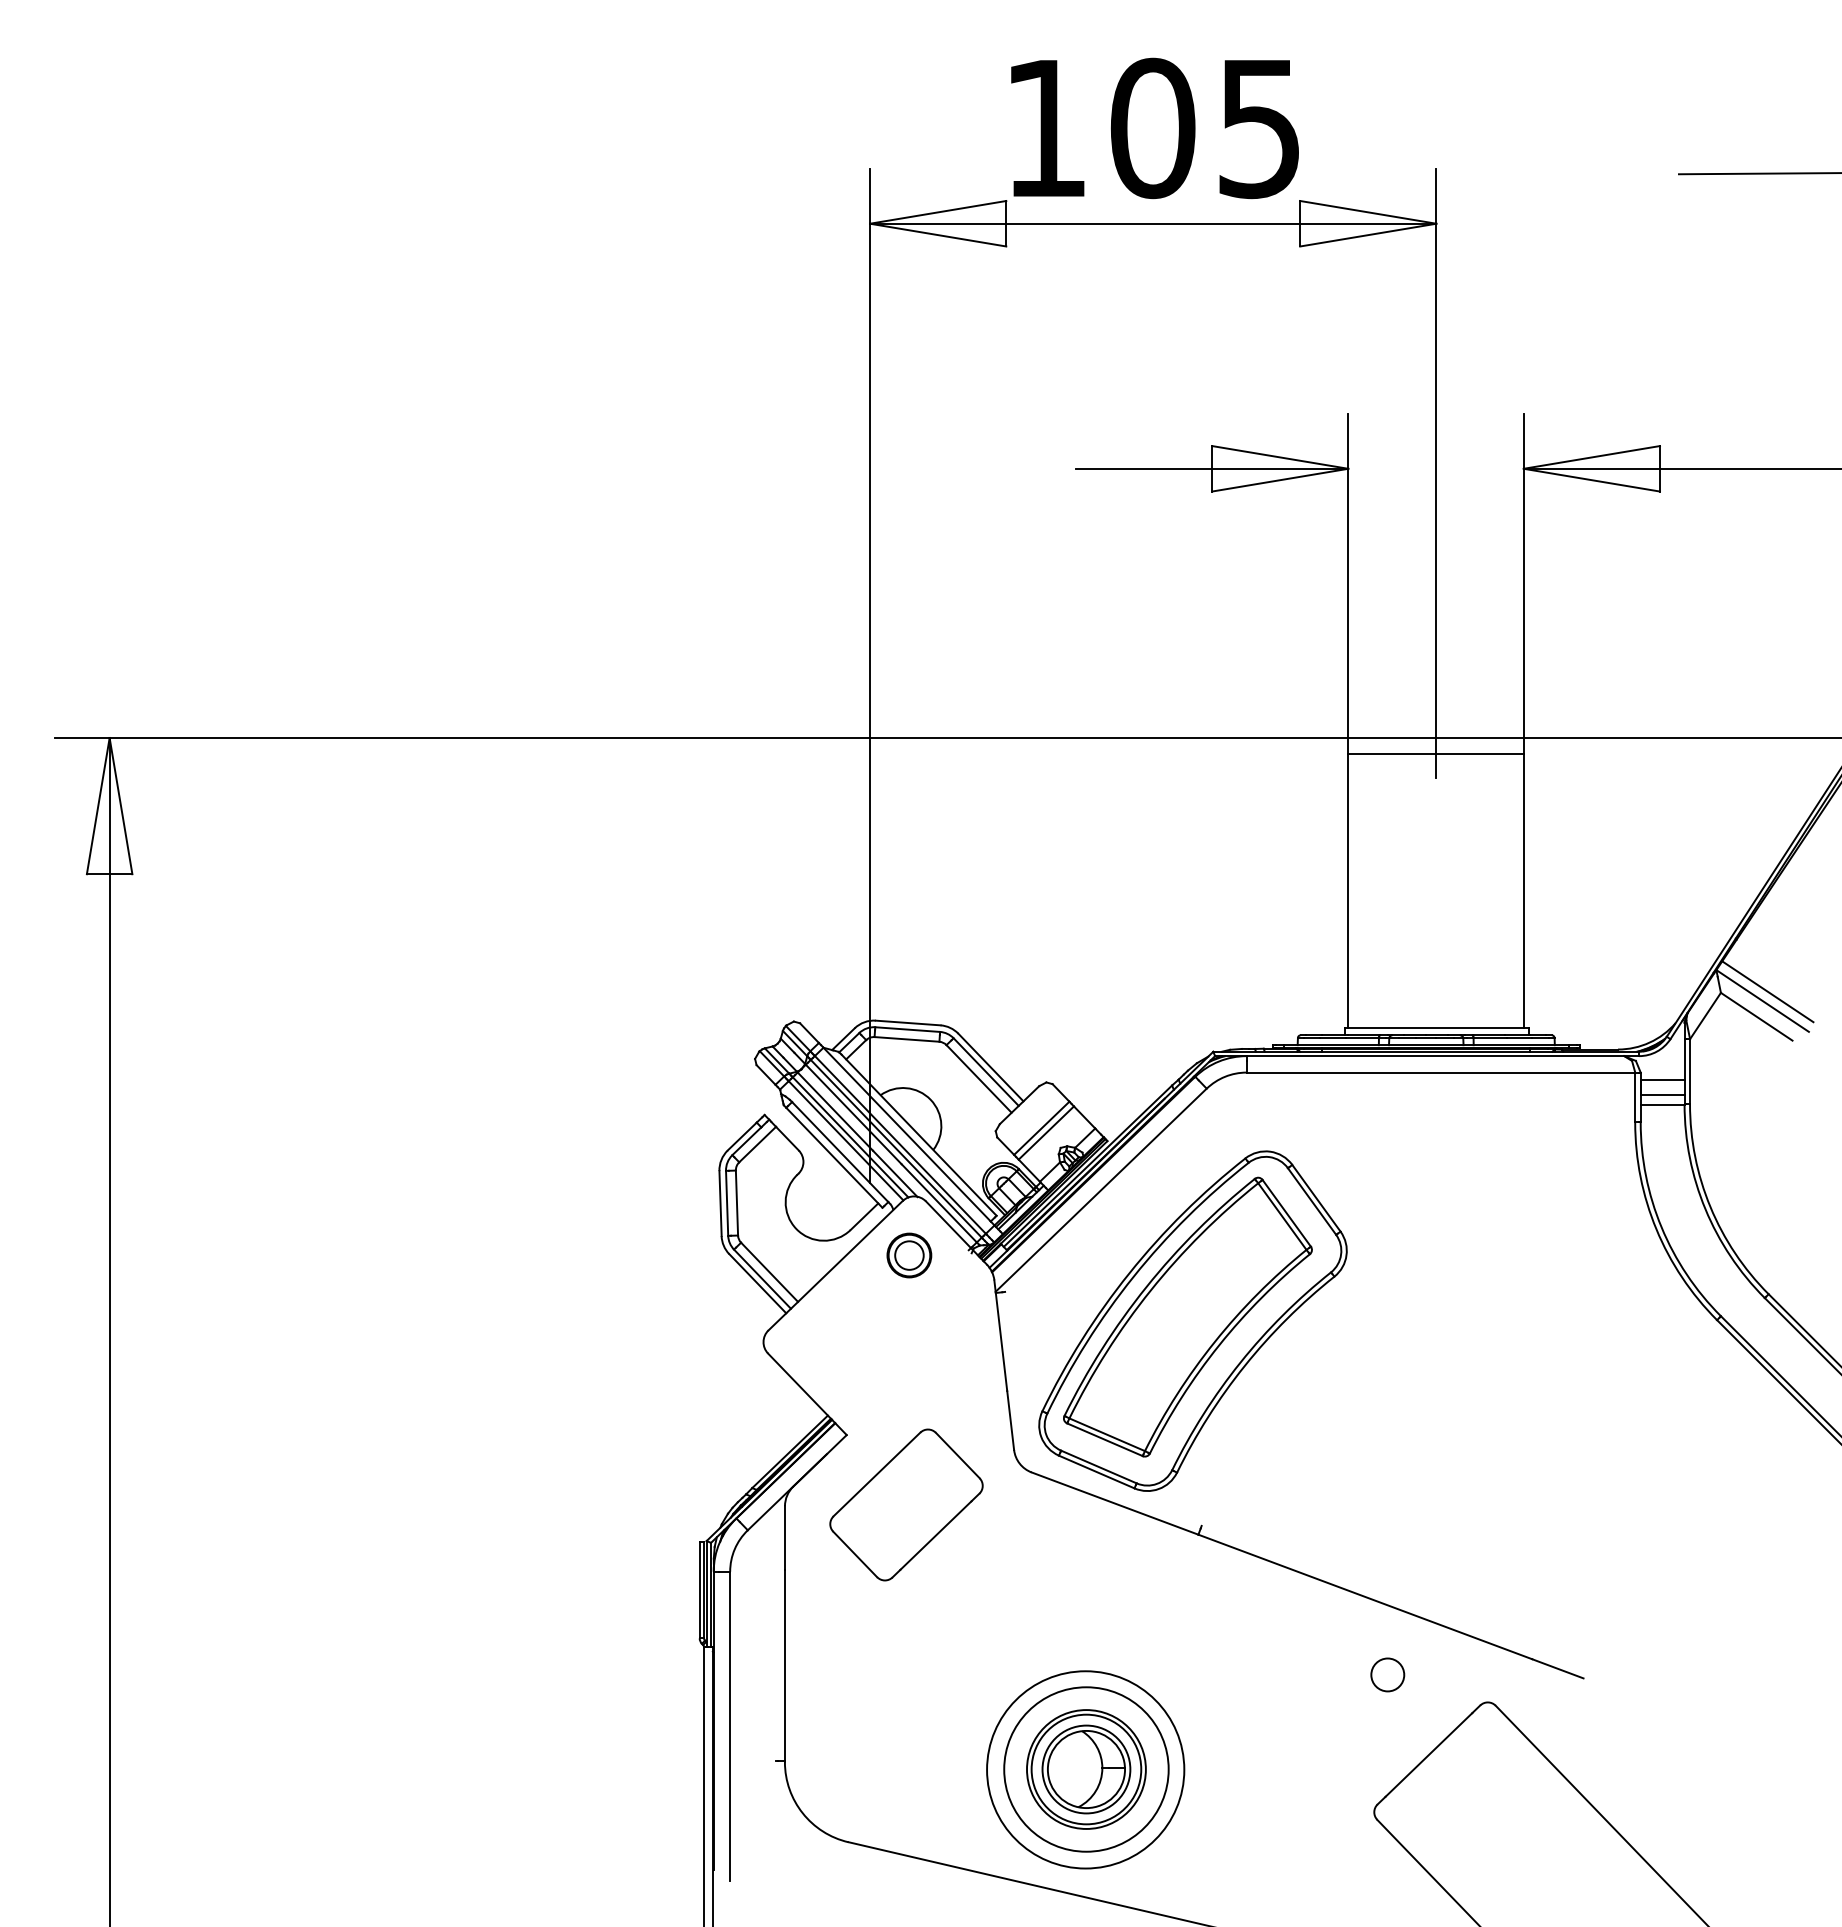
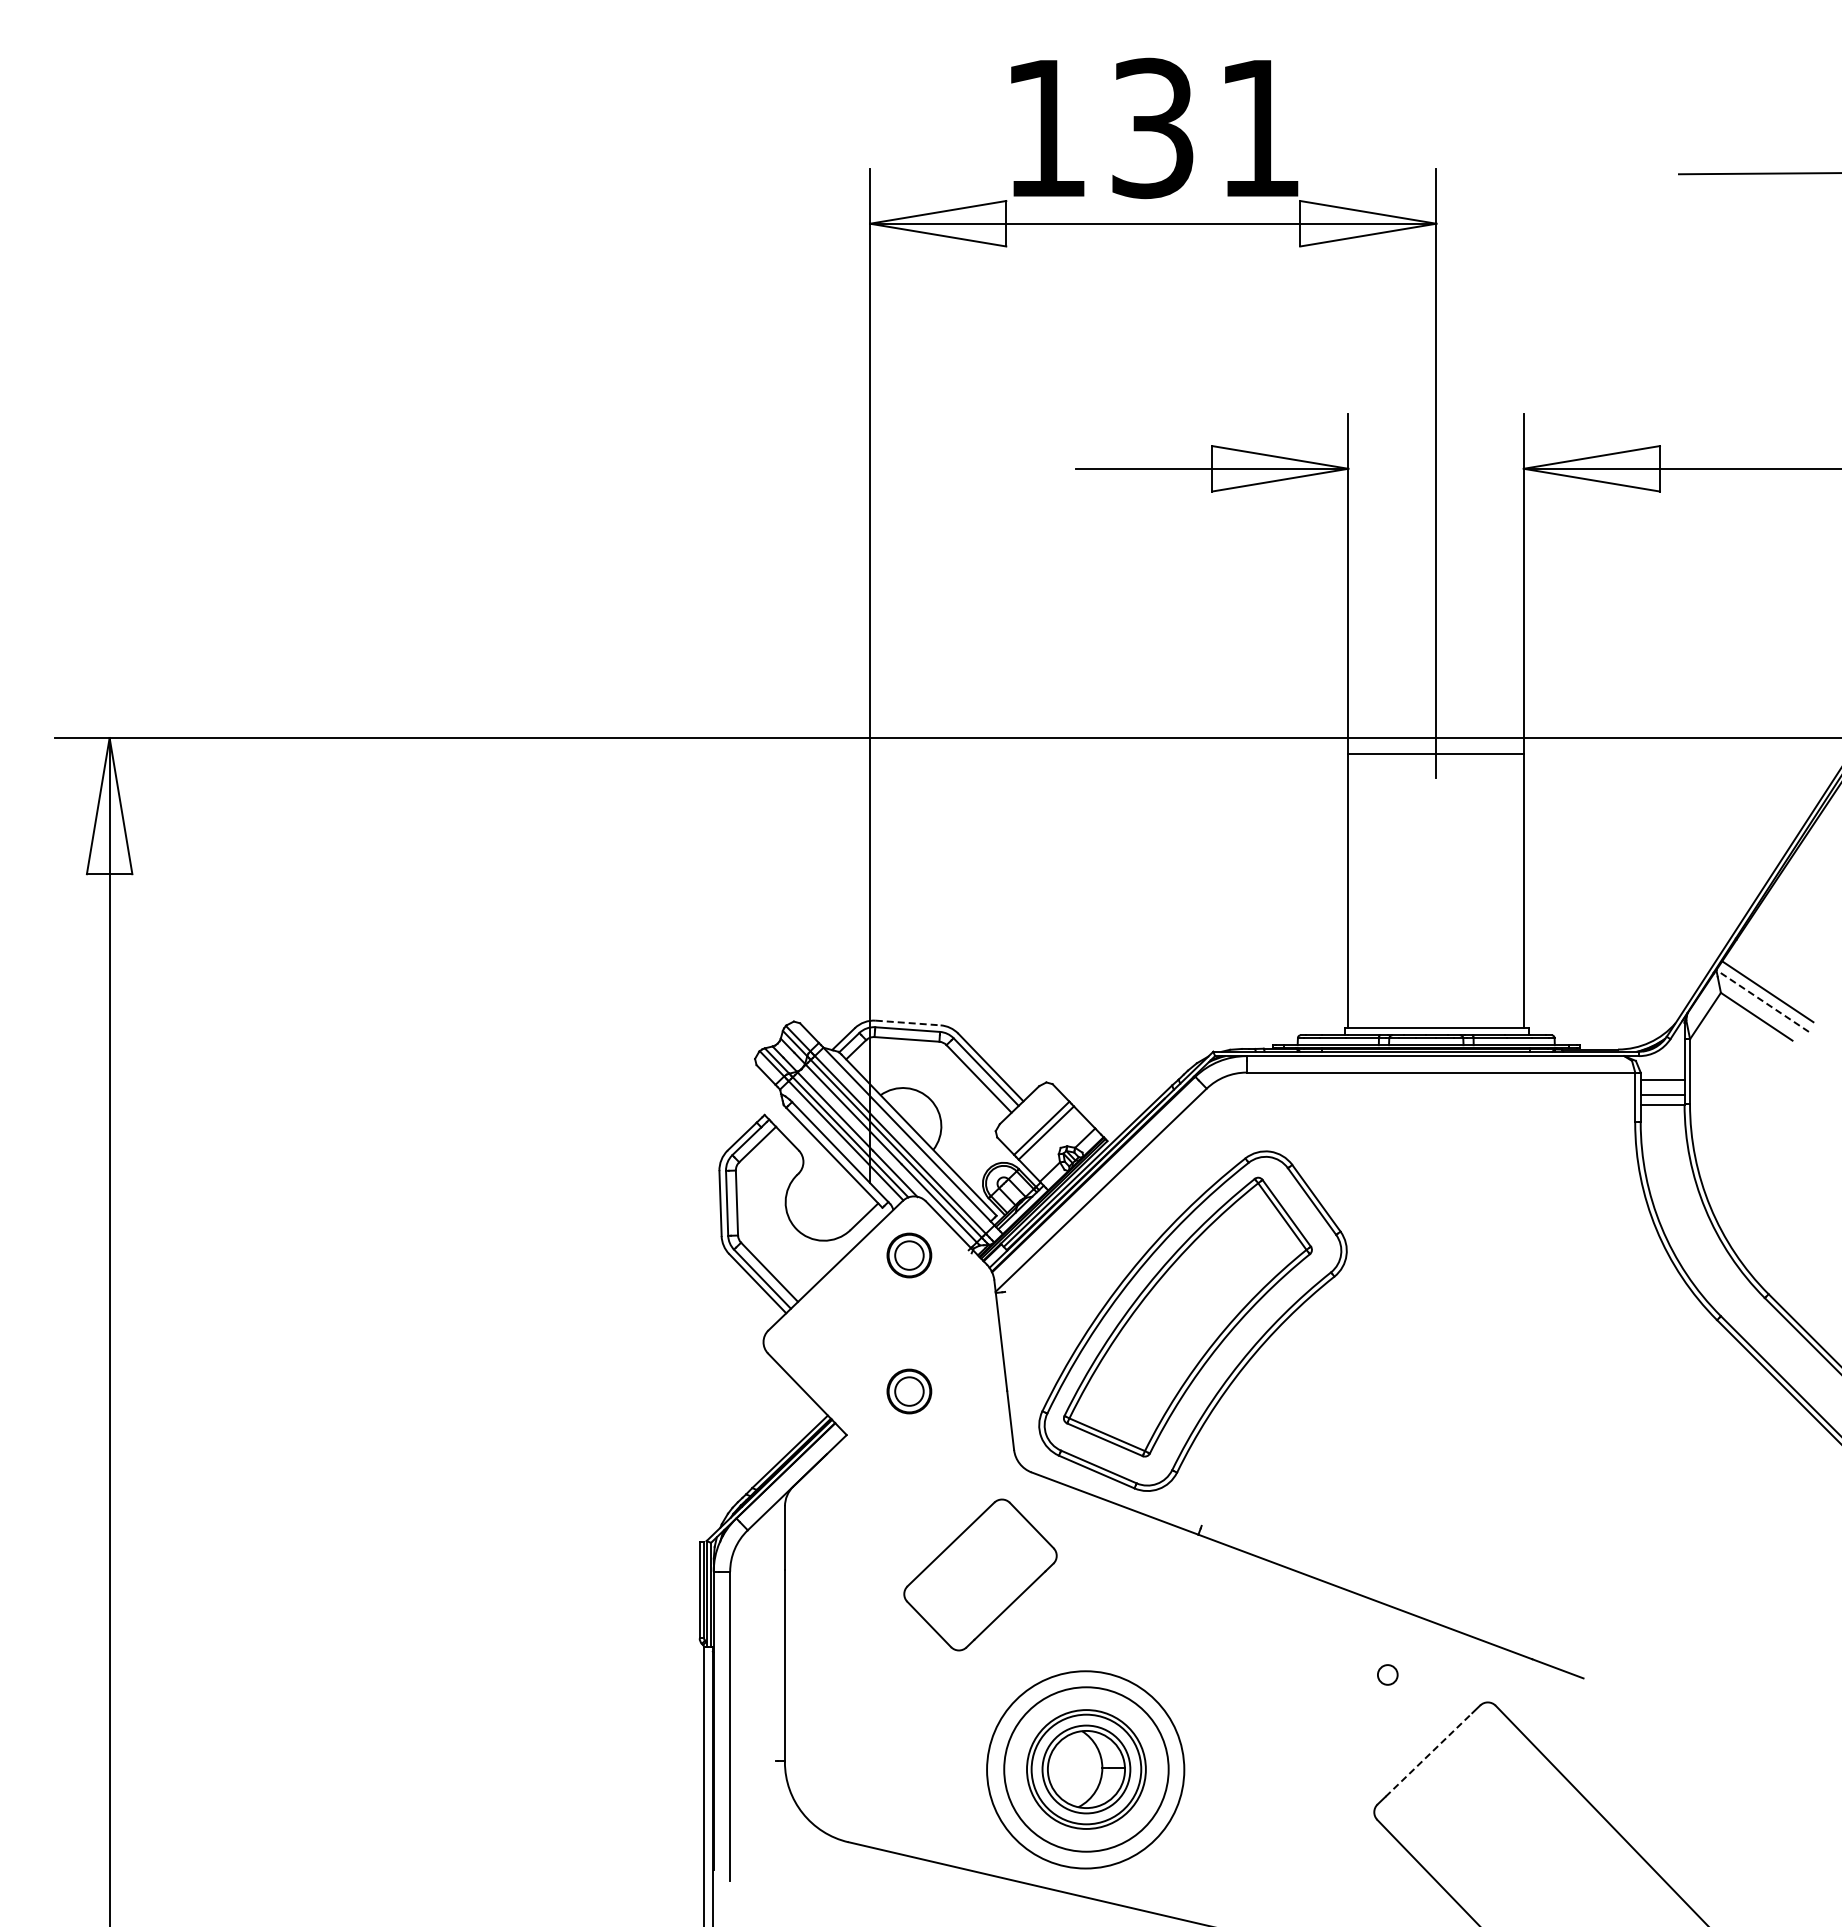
text at (1204, 128): 105 -> 131
line at (1762, 1000): solid -> dashed
line at (908, 1023): solid -> dashed
part at (909, 1391): none -> present
part at (906, 1504) position: (906, 1504) -> (980, 1574)
circle at (1387, 1674) diameter: 33 px -> 20 px
line at (1429, 1754): solid -> dashed
